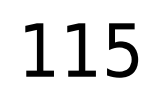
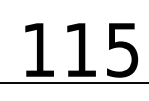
line at (73, 83): none -> present
